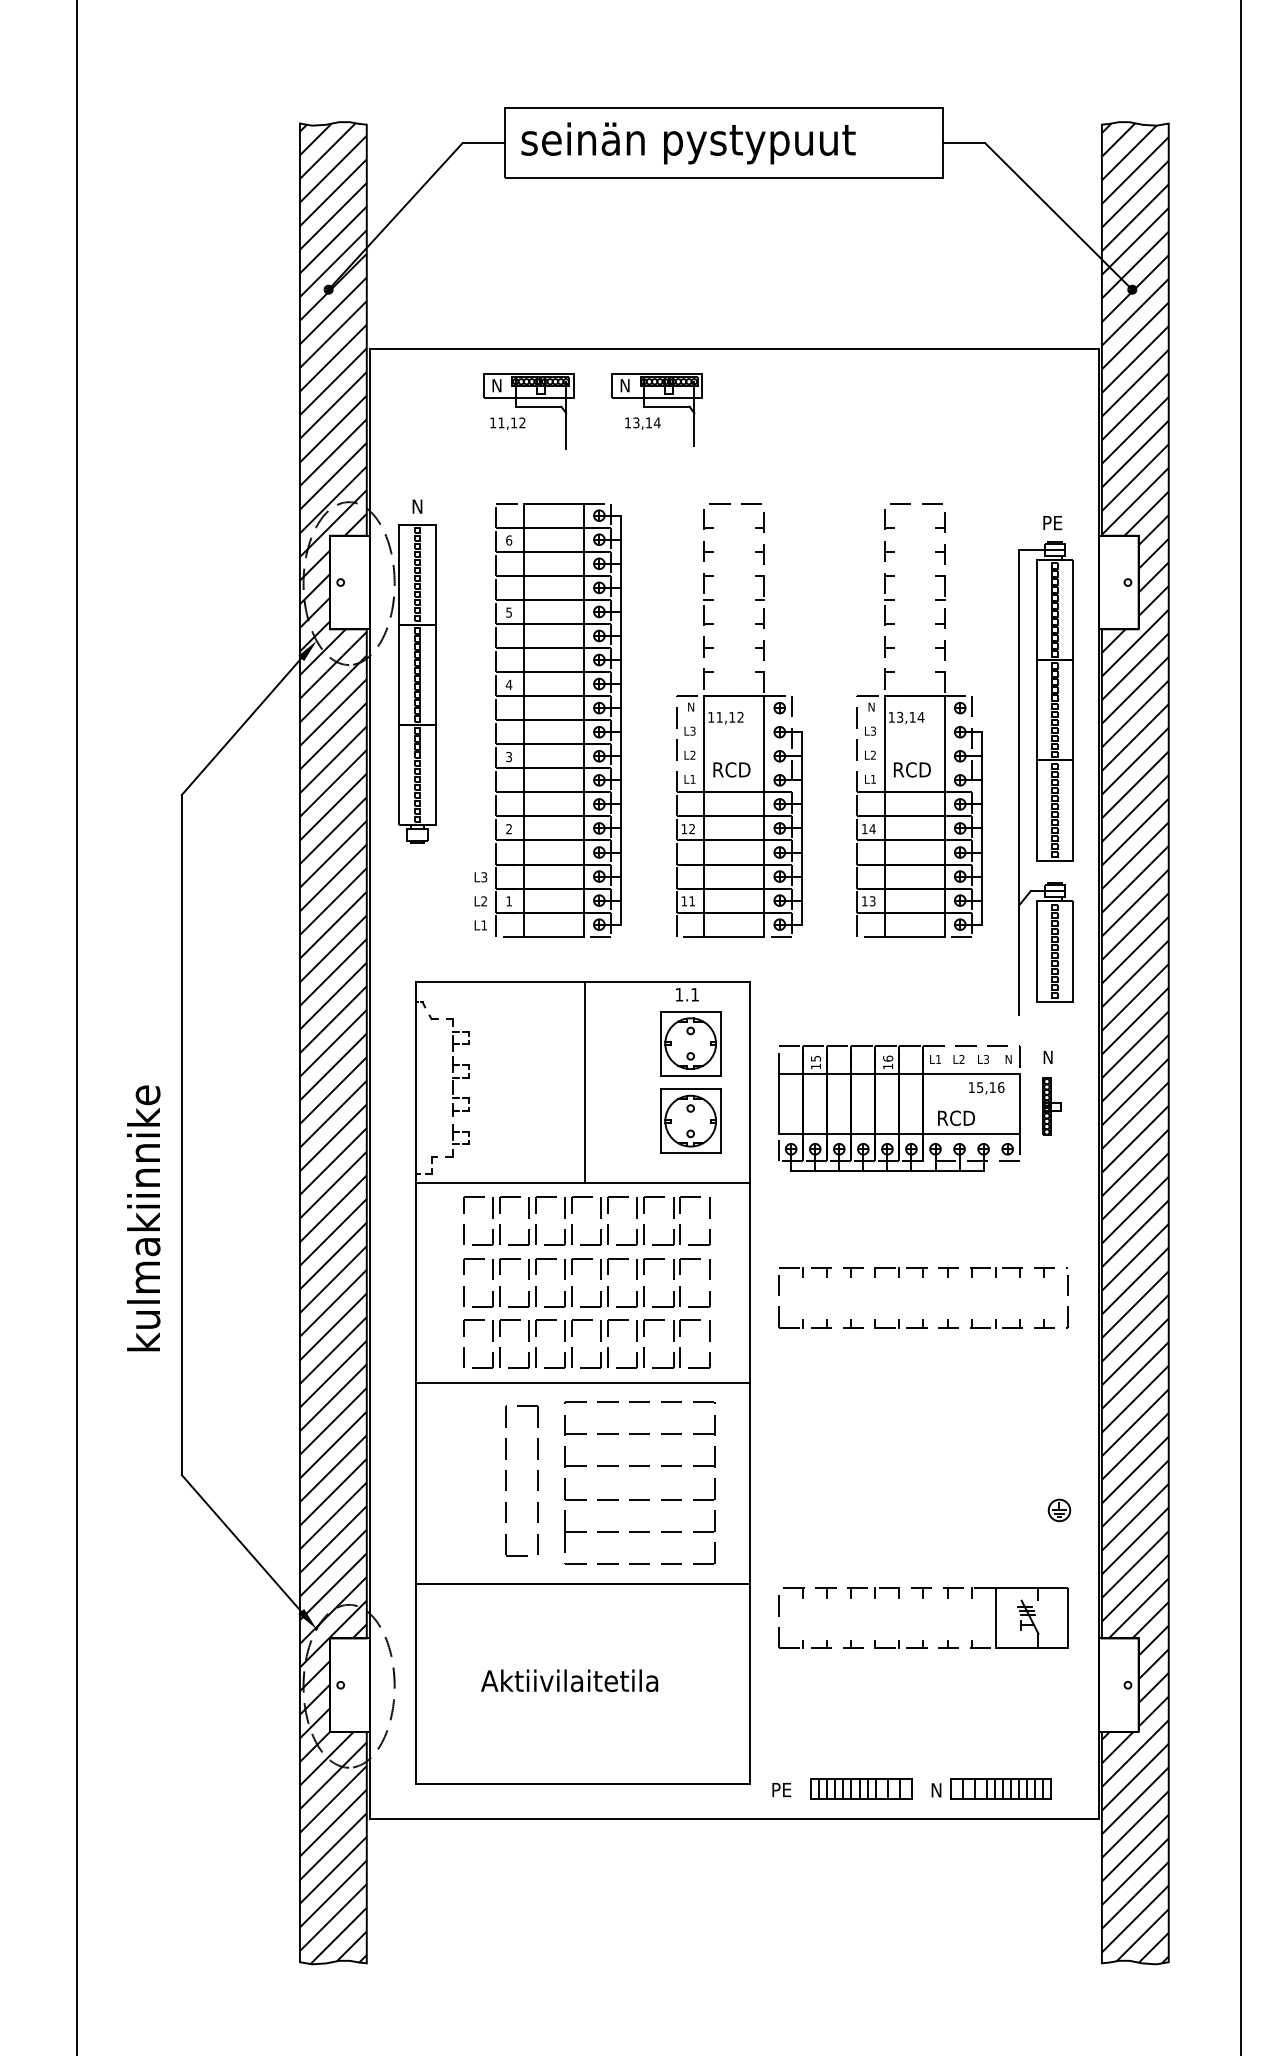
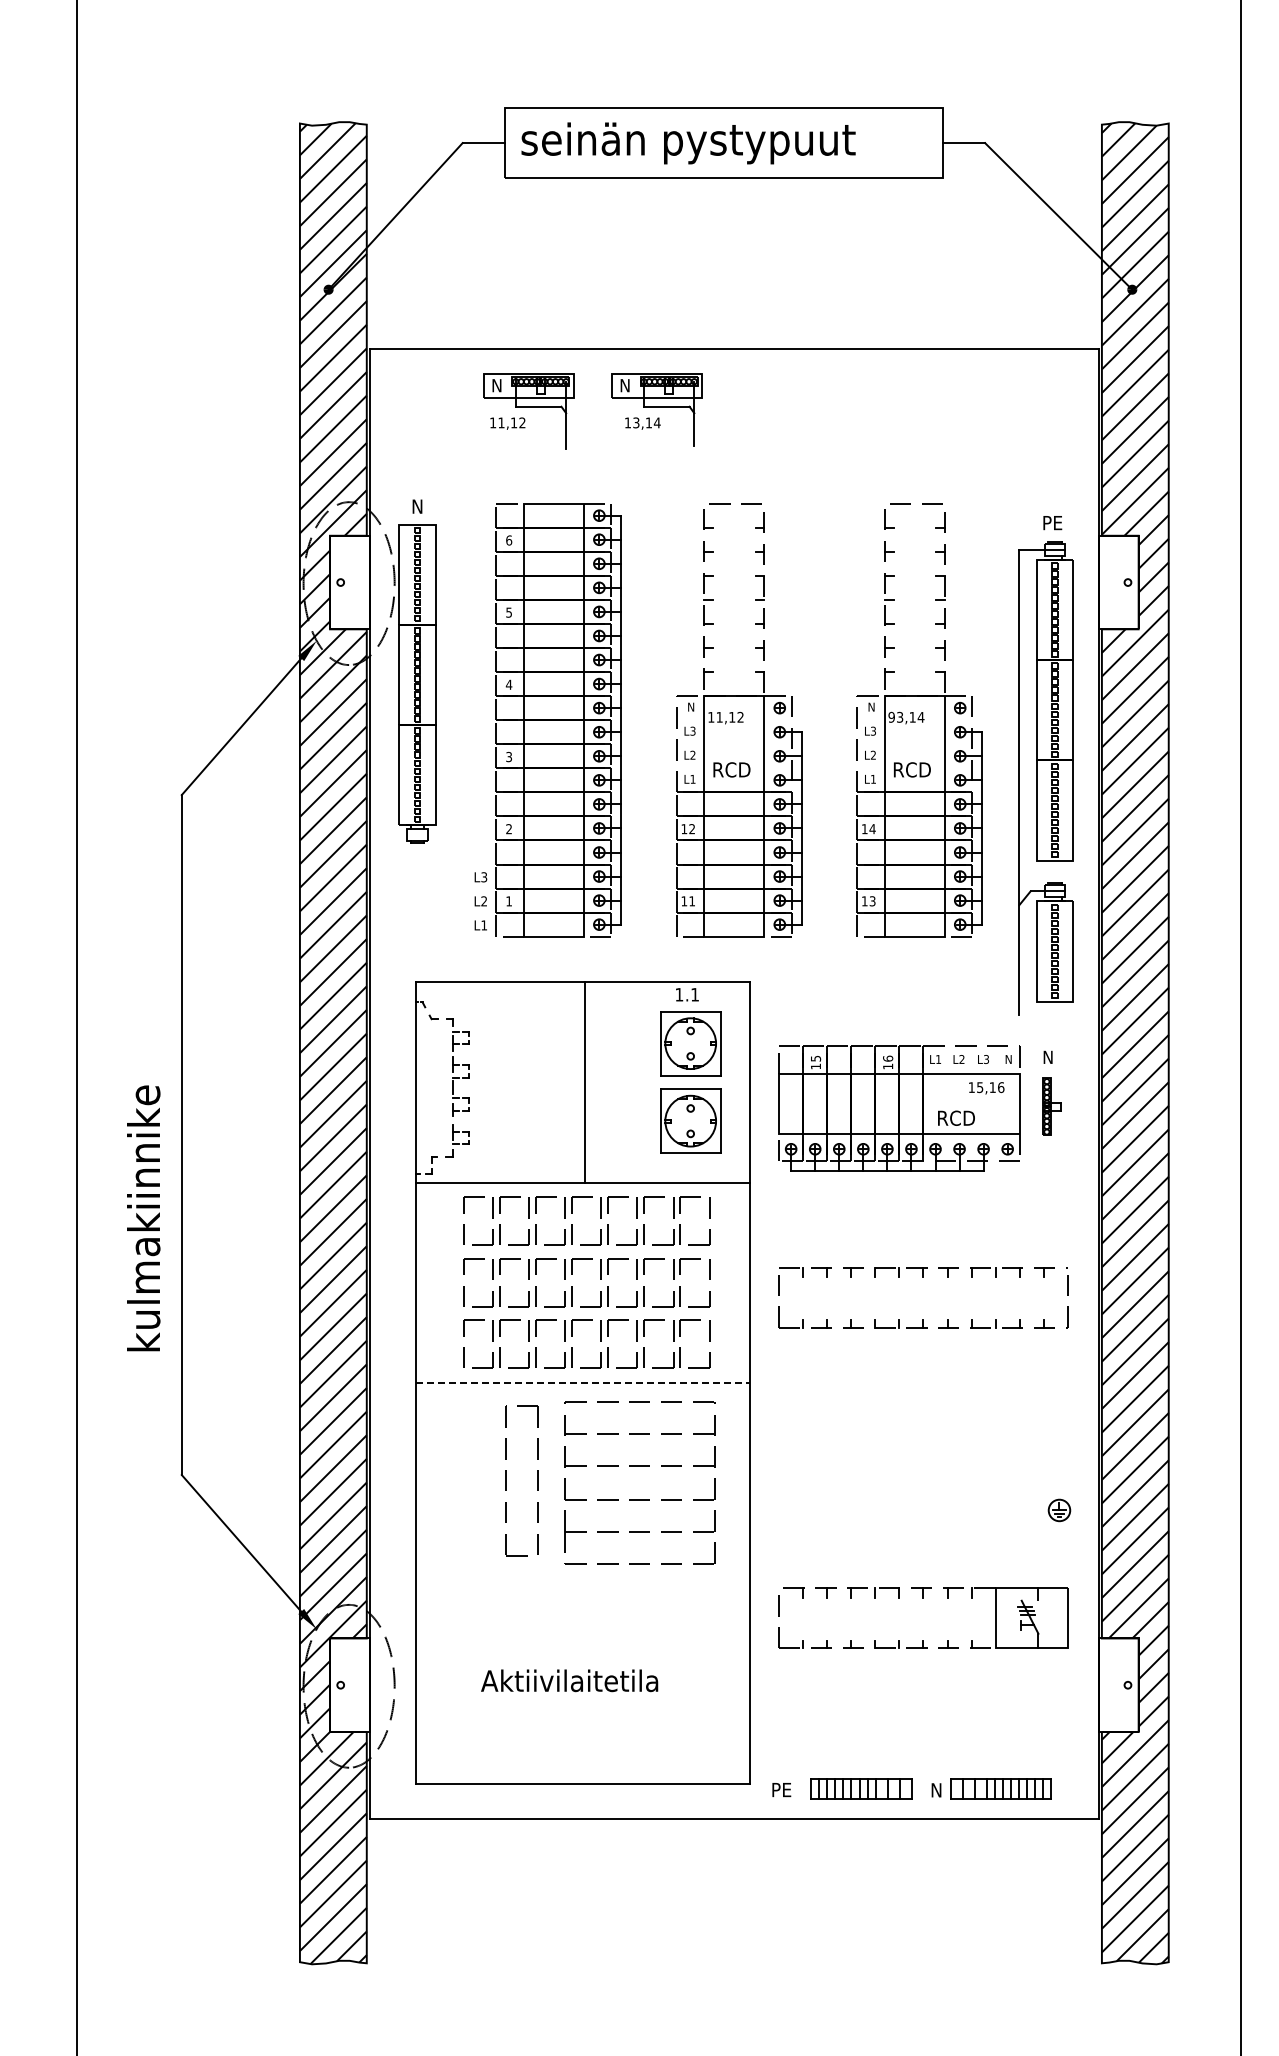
text at (891, 716): 13,14 -> 93,14
line at (583, 1383): solid -> dashed
line at (582, 1583): present -> none
